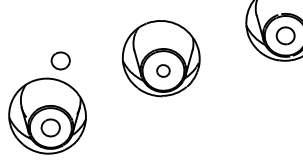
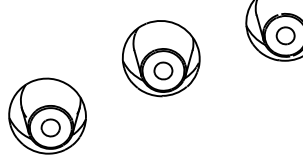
part at (60, 60): present -> none
part at (163, 70) size: 15x14 px -> 21x20 px
